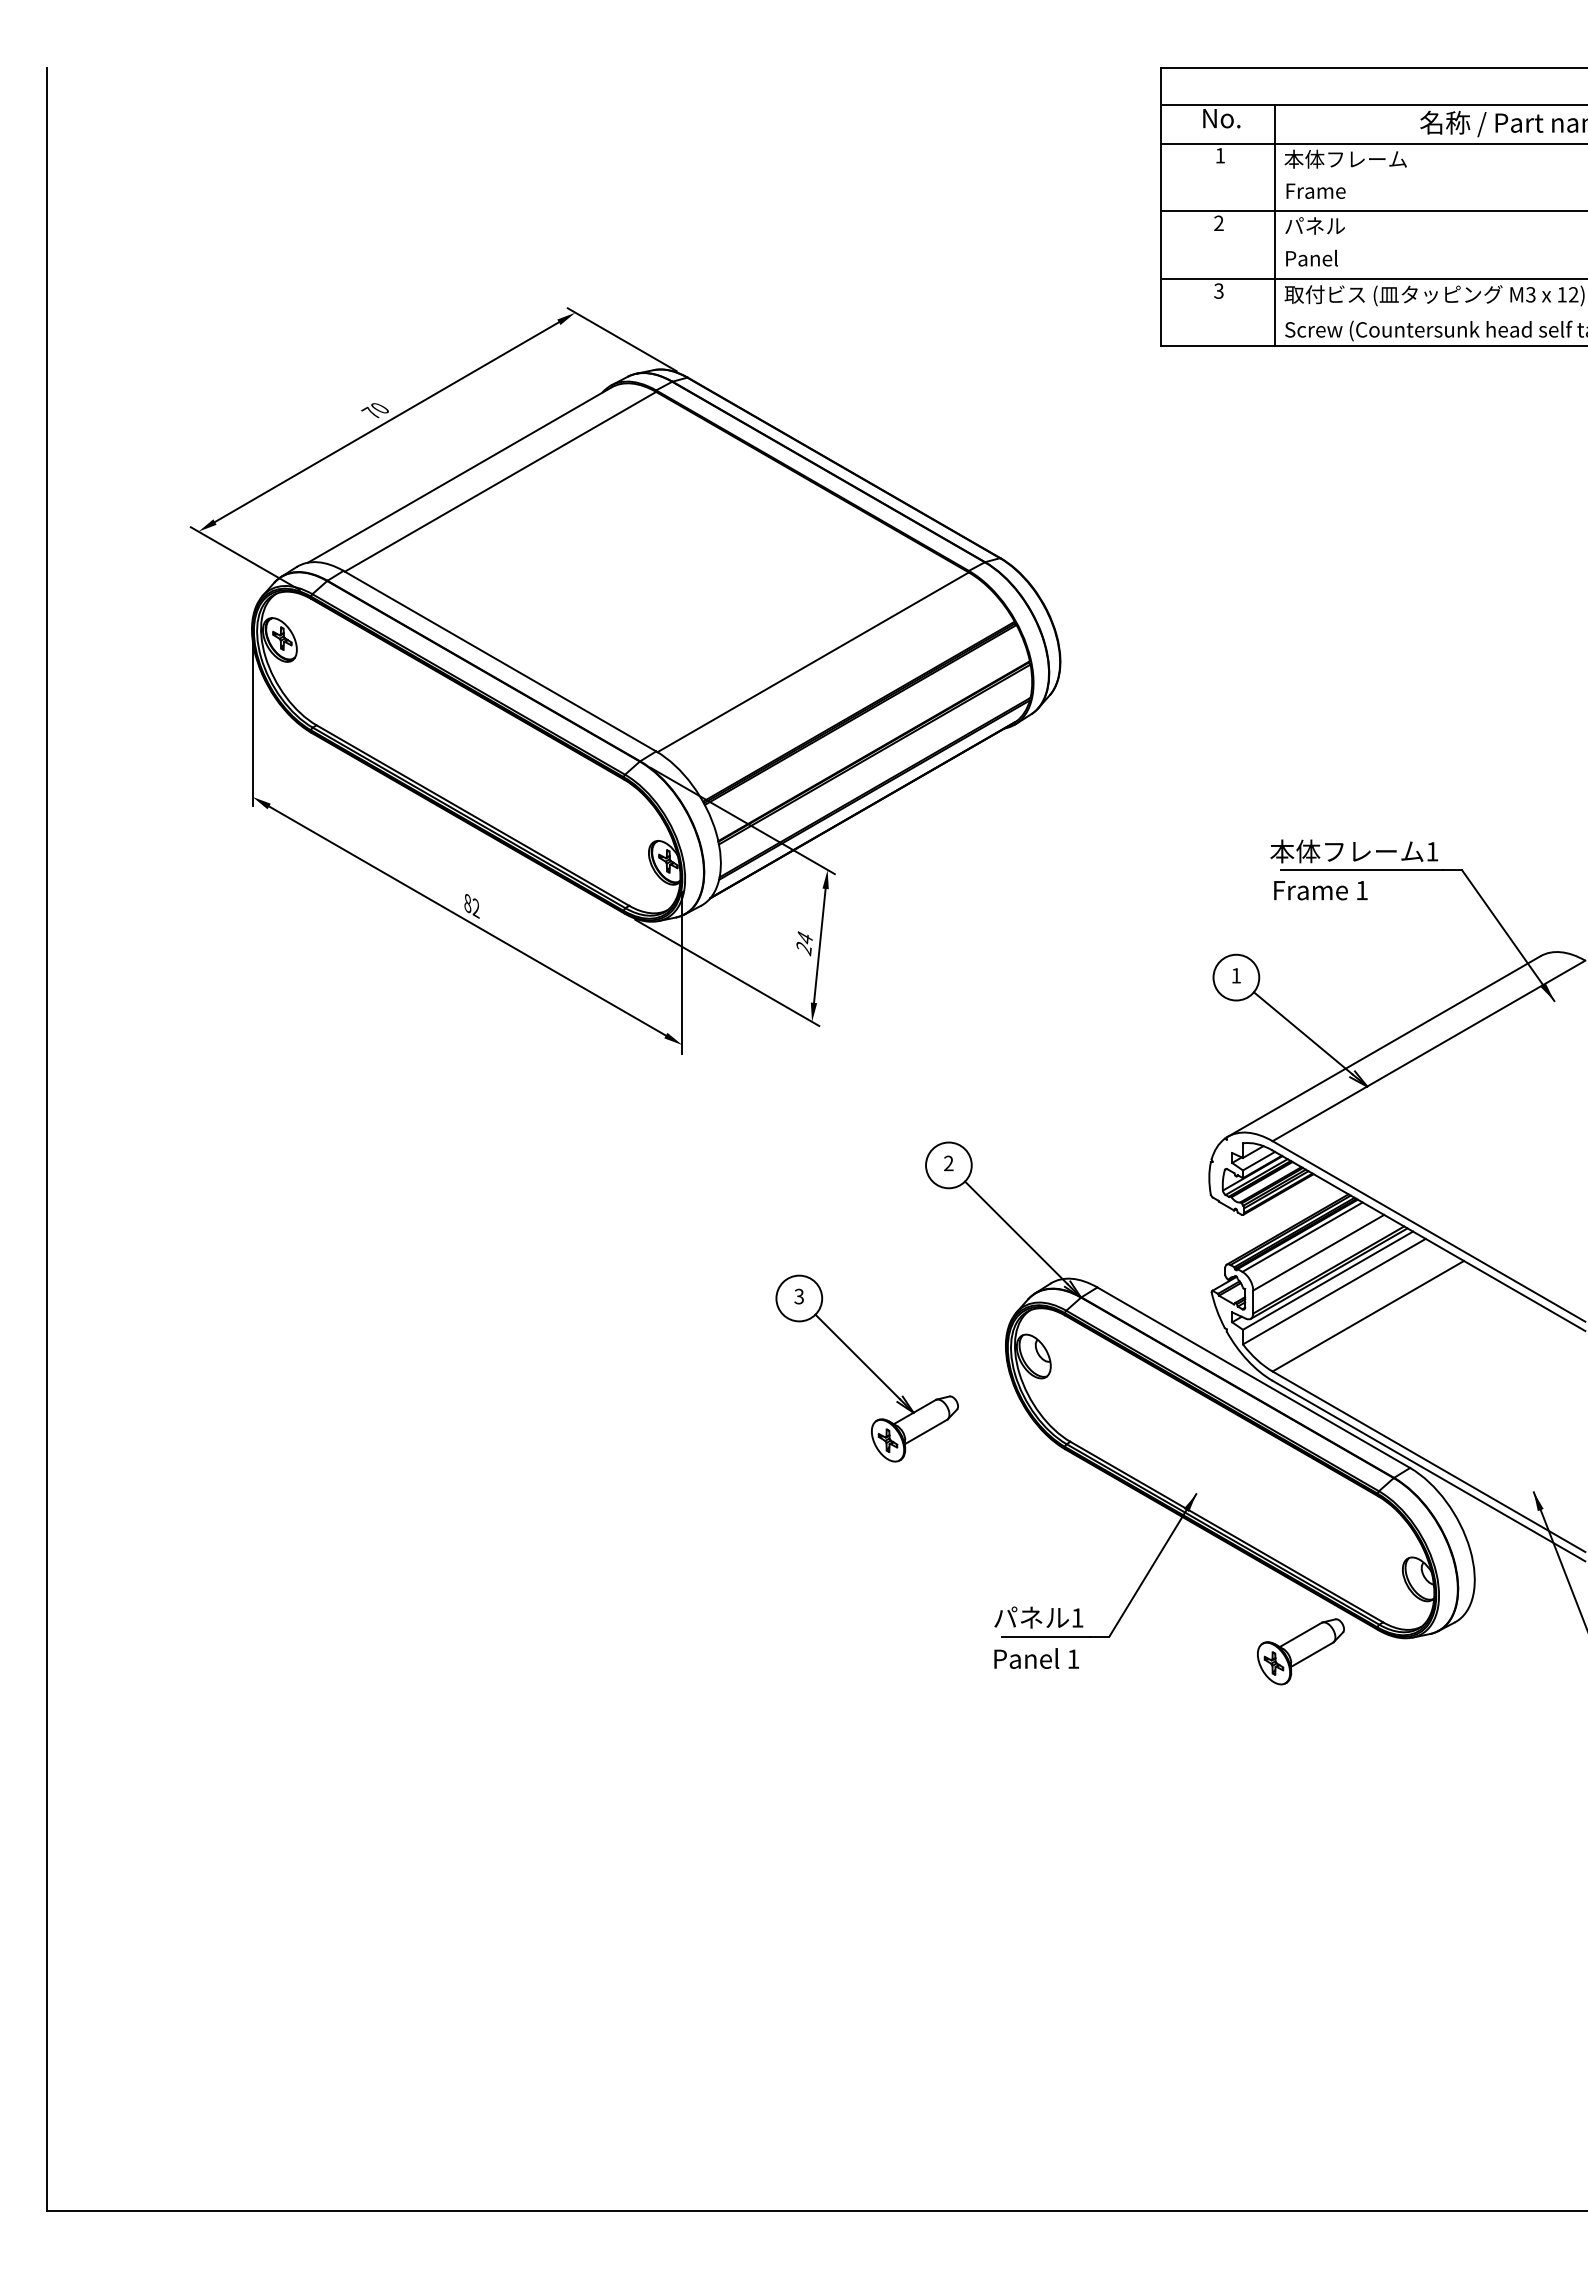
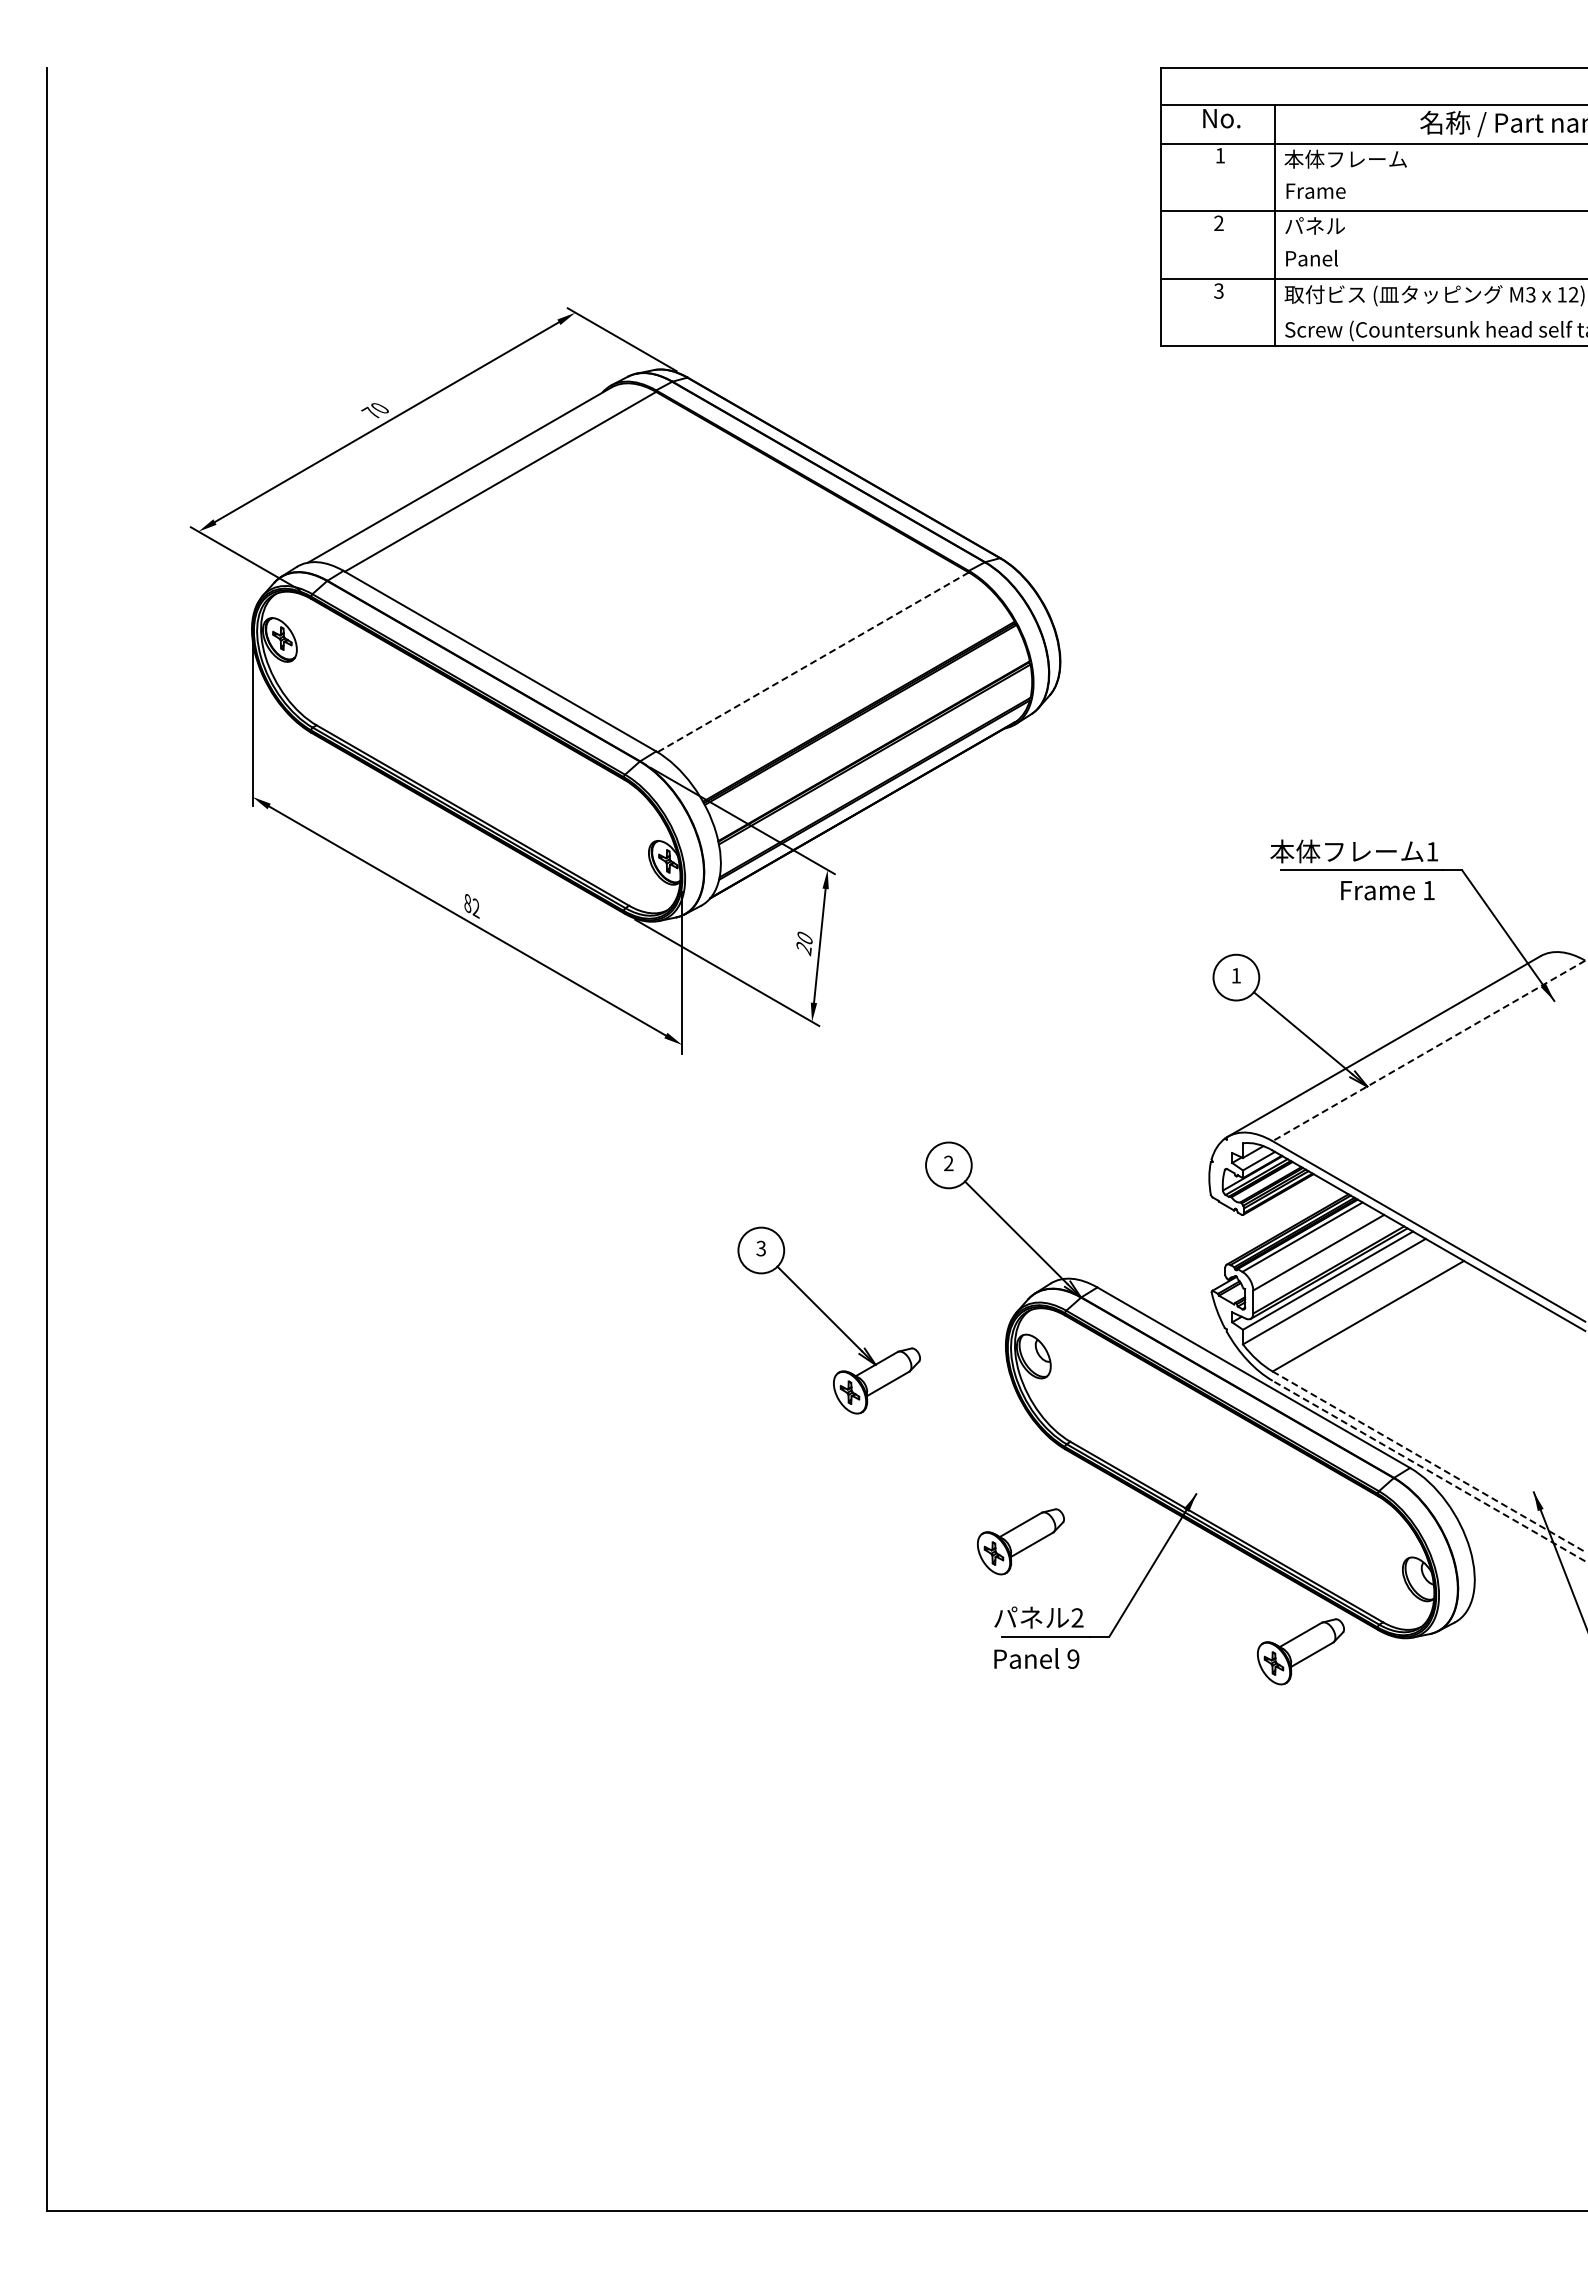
line at (813, 662): solid -> dashed
text at (1320, 890) position: (1320, 890) -> (1387, 890)
text at (804, 937): 24 -> 20
line at (1428, 1050): solid -> dashed
part at (866, 1368) position: (866, 1368) -> (828, 1320)
line at (1428, 1461): solid -> dashed
line at (1428, 1471): solid -> dashed
part at (1020, 1541): none -> present
text at (1077, 1617): 1 -> 2
text at (1073, 1658): 1 -> 9
